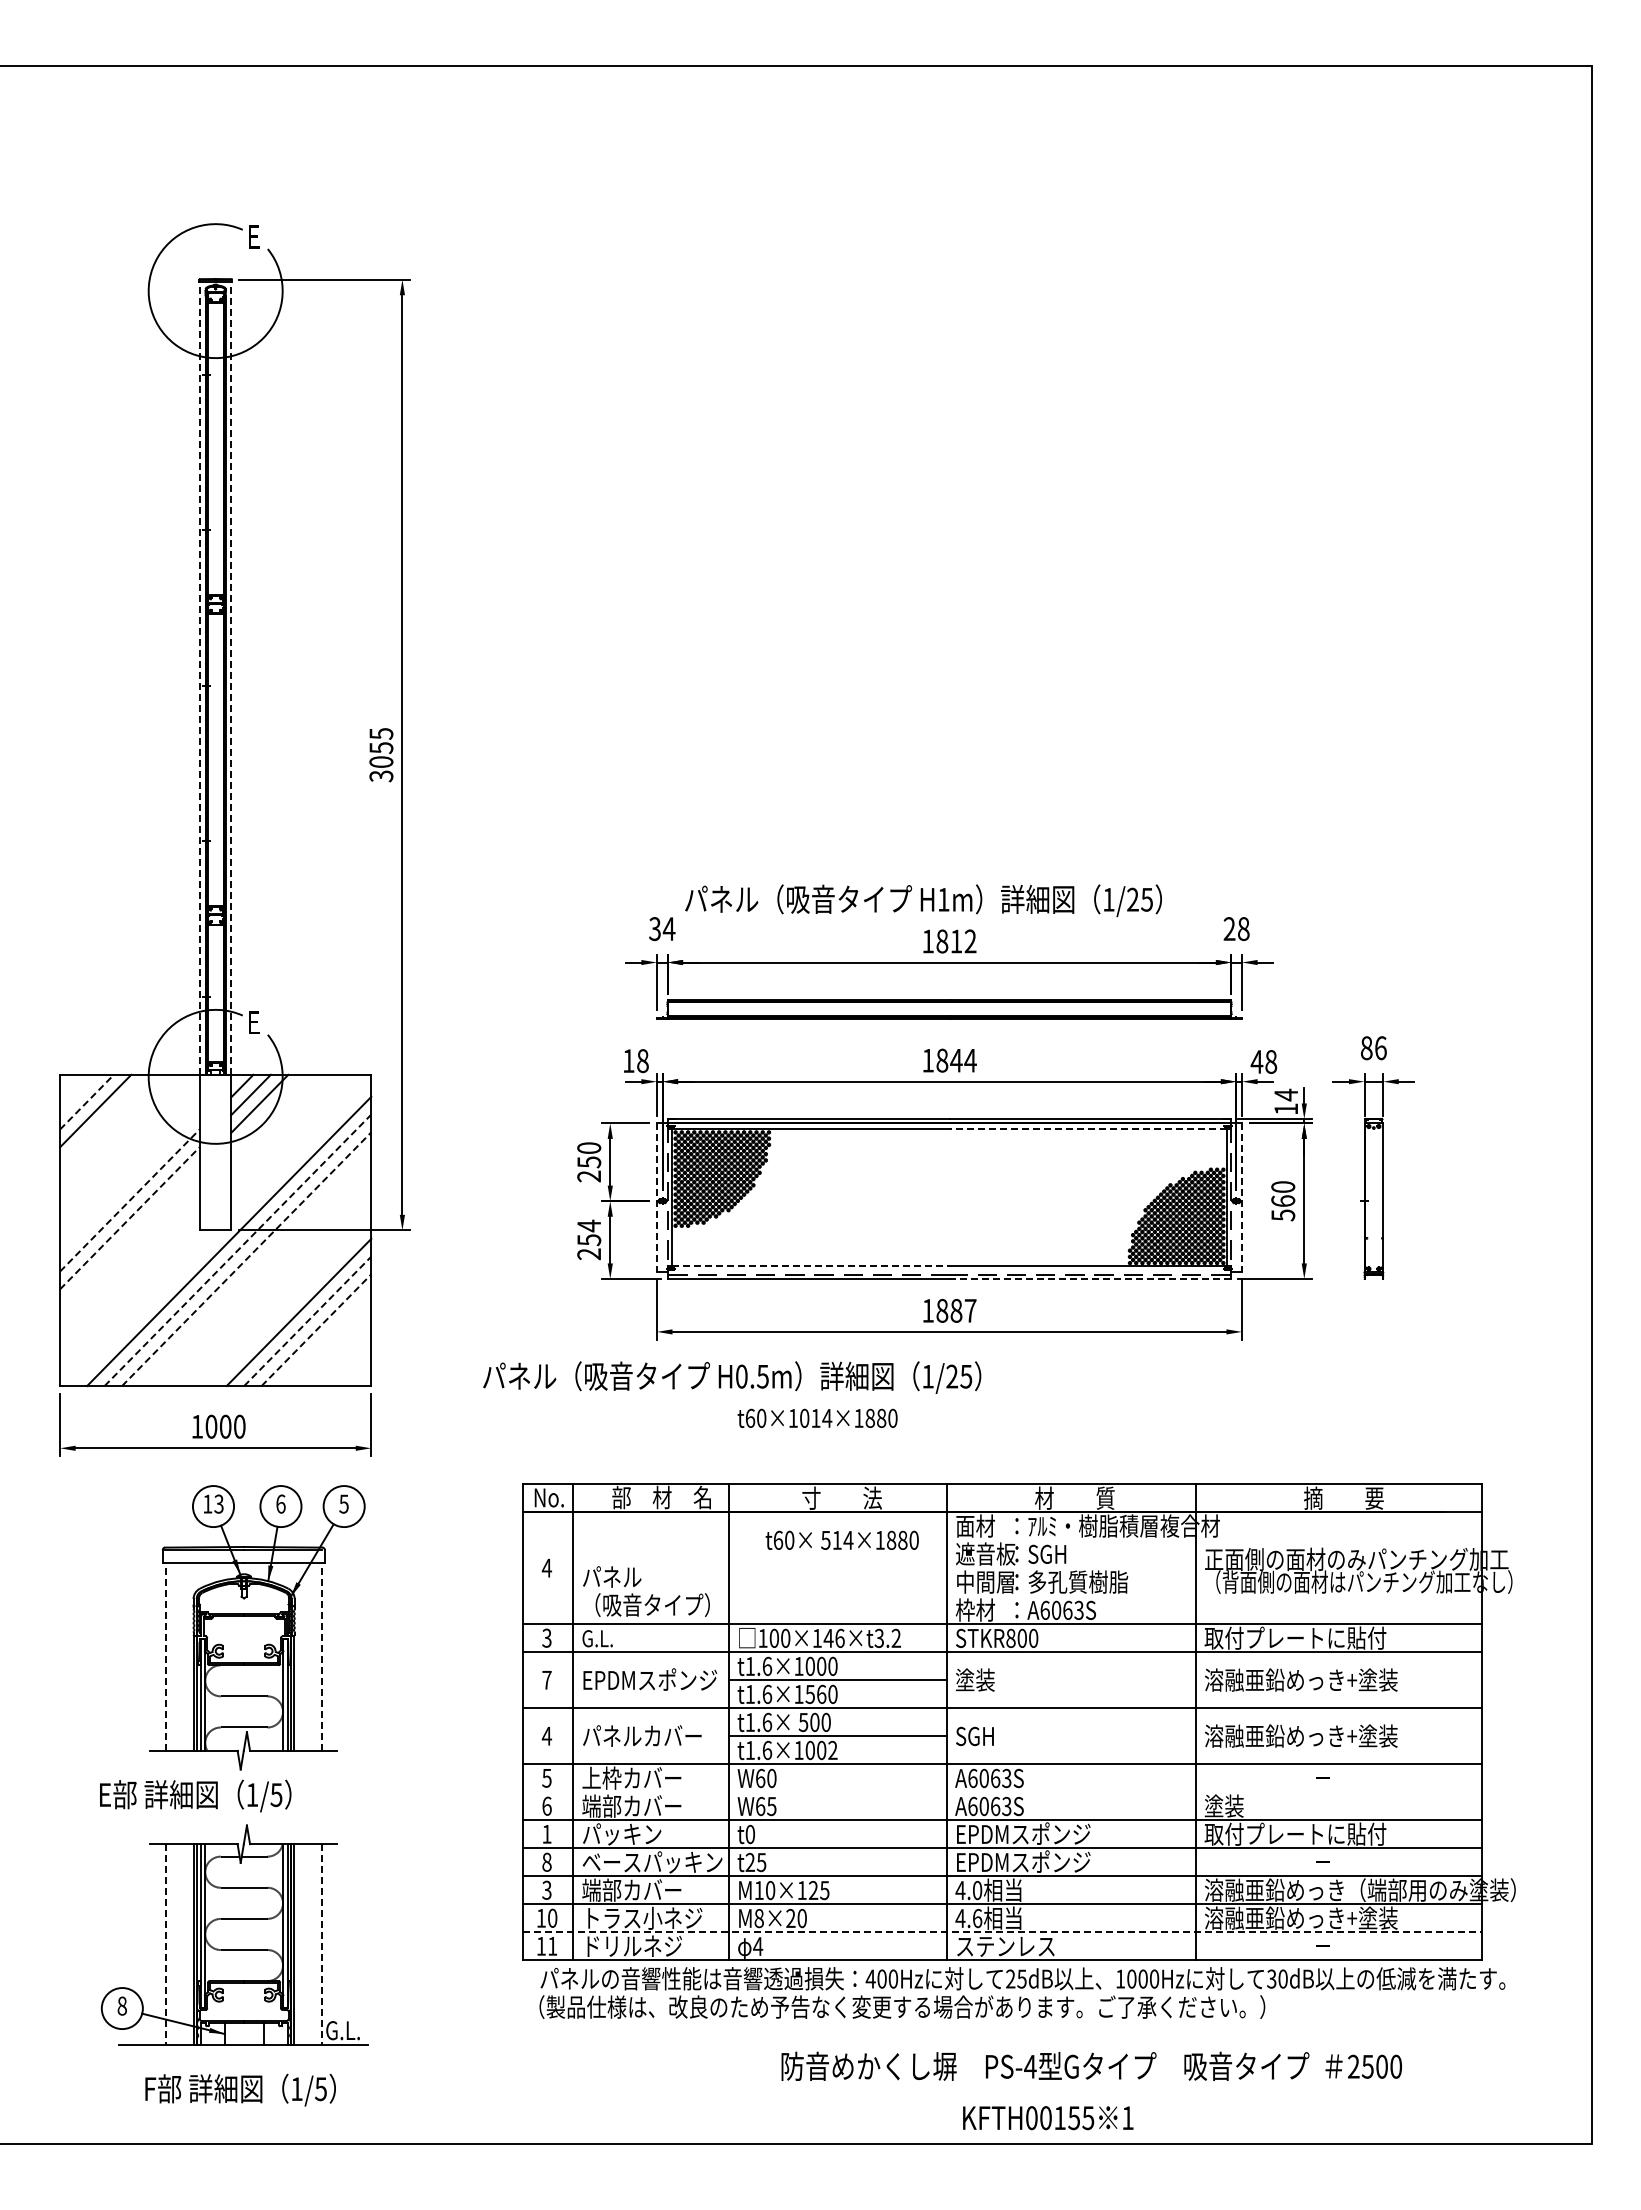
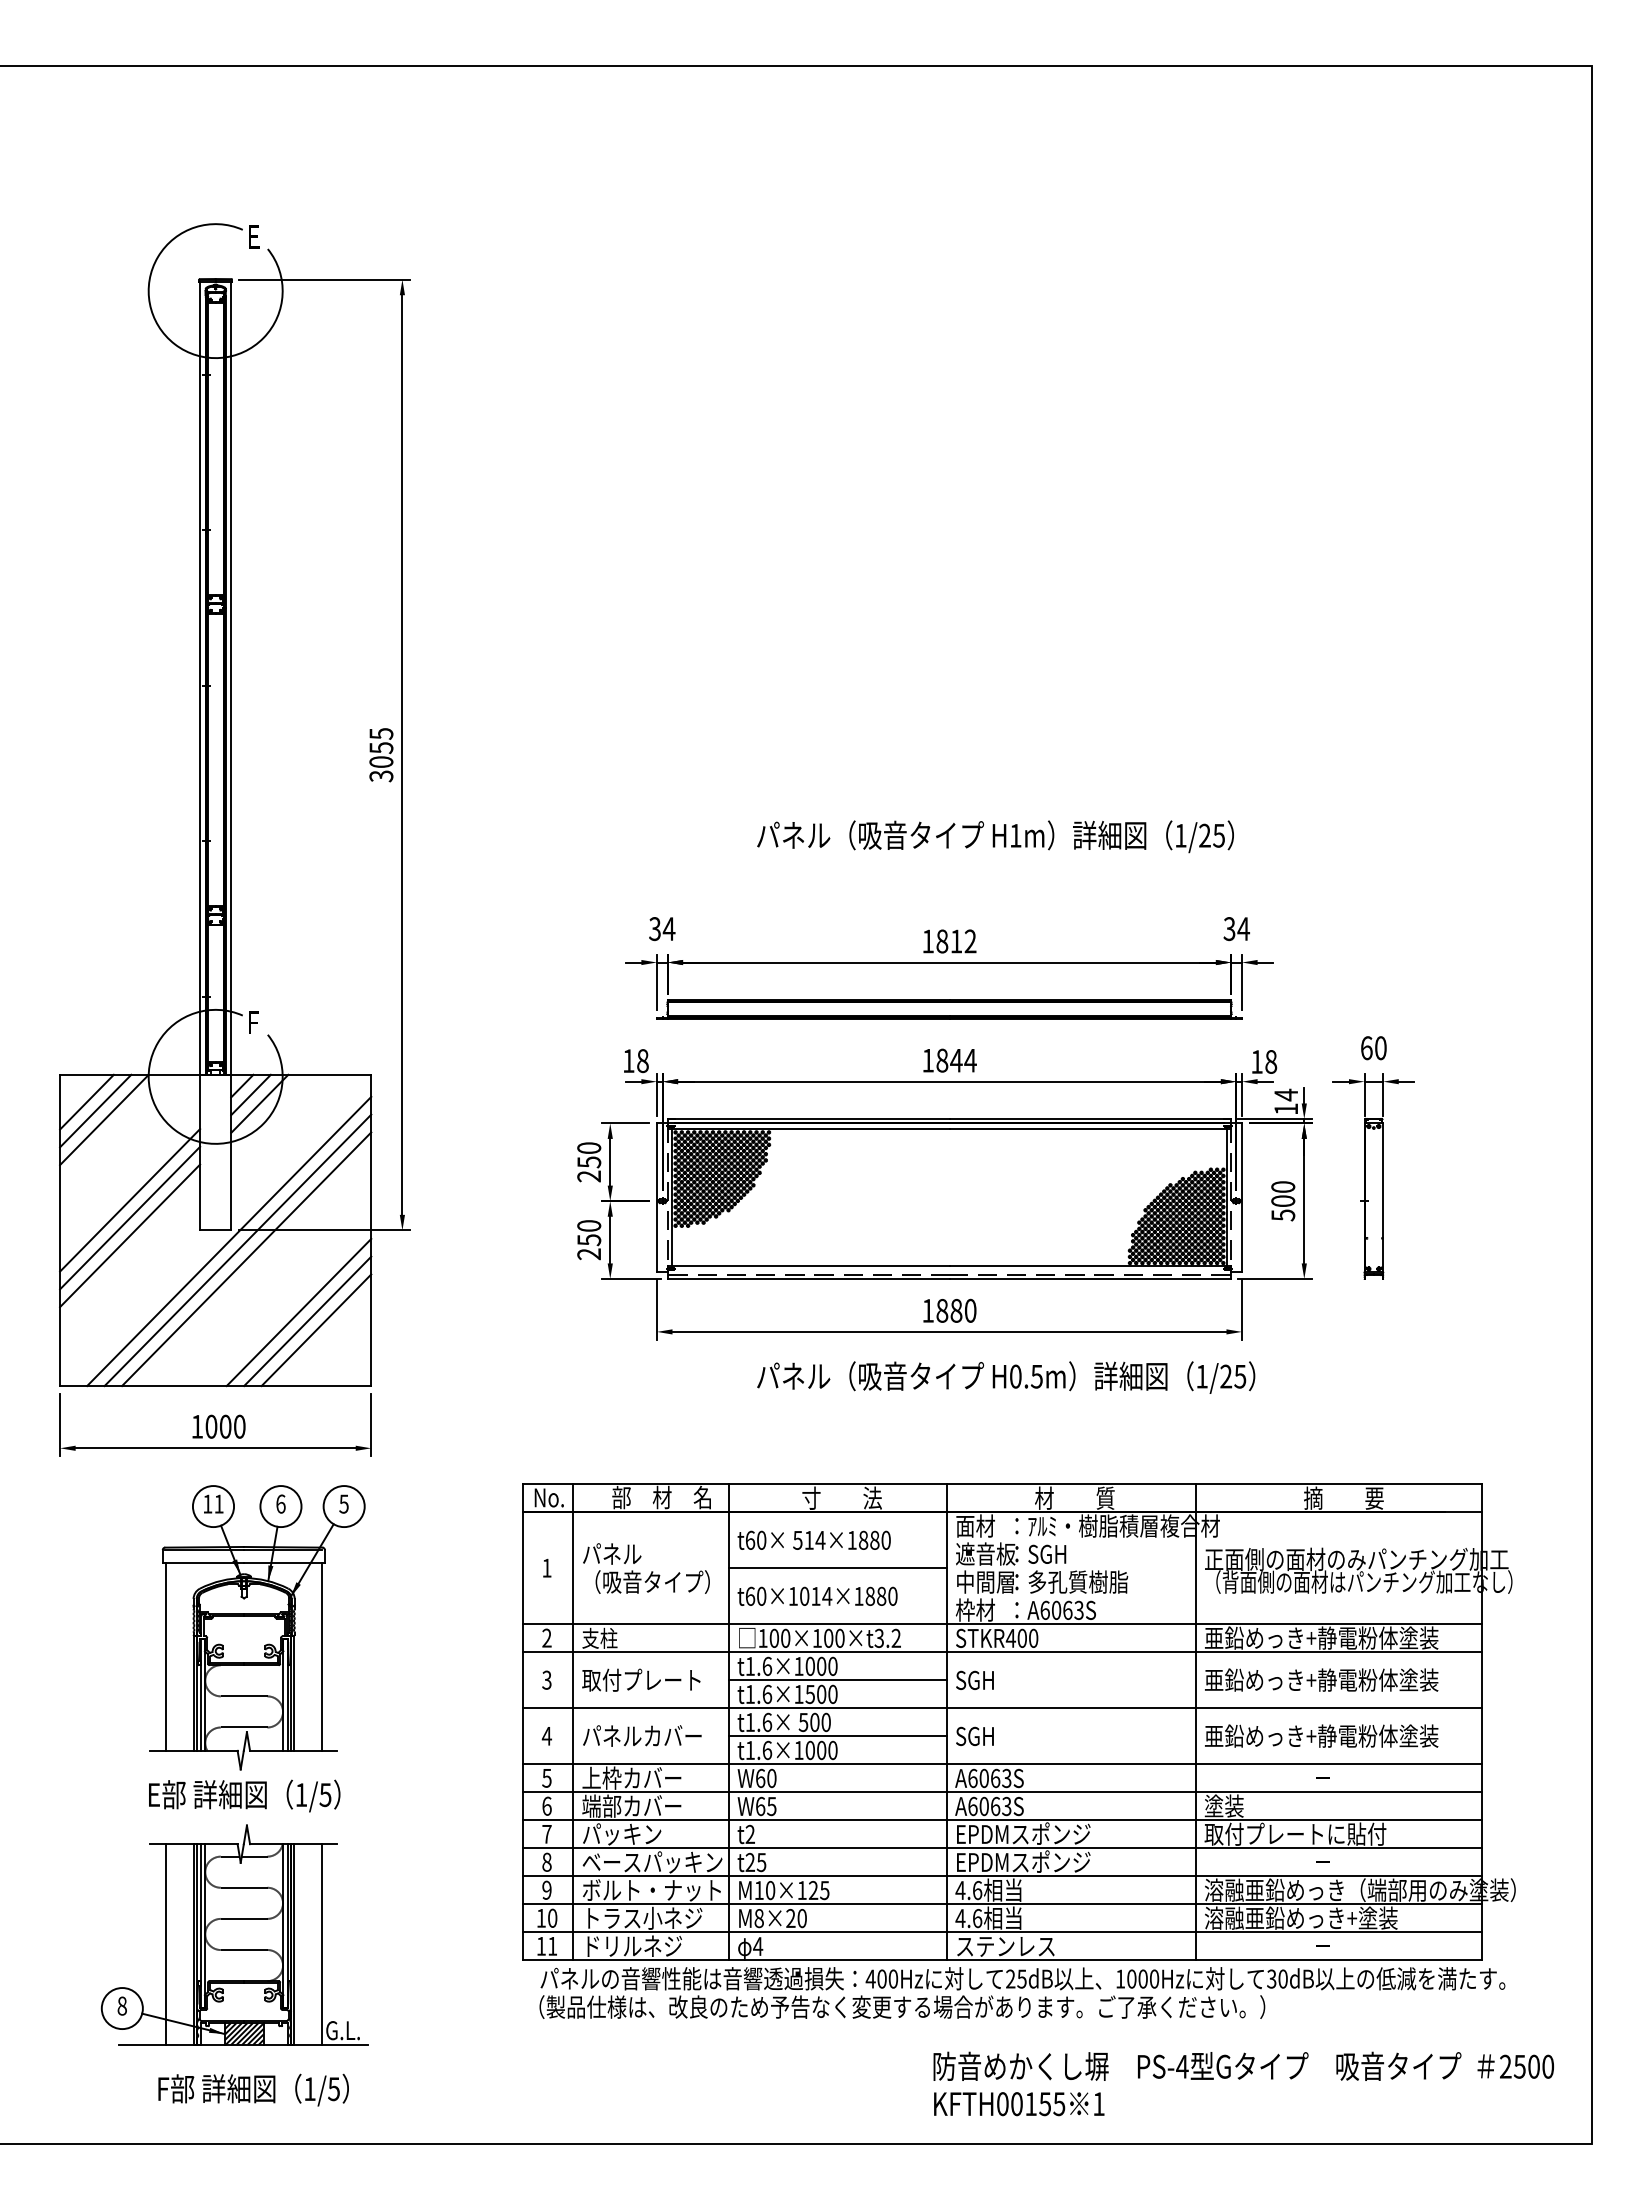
line at (200, 677): dashed -> solid
line at (231, 677): dashed -> solid
text at (923, 900) position: (923, 900) -> (995, 836)
text at (1236, 929): 28 -> 34
text at (255, 1027): E -> F
text at (1373, 1048): 86 -> 60
text at (1256, 1061): 48 -> 18
line at (87, 1101): dashed -> solid
line at (104, 1119): none -> present
line at (1088, 1129): dashed -> solid
line at (656, 1198): dashed -> solid
line at (1242, 1198): dashed -> solid
line at (130, 1200): dashed -> solid
text at (1283, 1200): 560 -> 500
line at (130, 1218): dashed -> solid
text at (589, 1225): 254 -> 250
line at (130, 1235): none -> present
line at (238, 1249): dashed -> solid
line at (246, 1259): dashed -> solid
line at (810, 1266): dashed -> solid
line at (1090, 1279): dashed -> solid
text at (970, 1310): 1887 -> 1880
line at (307, 1321): dashed -> solid
line at (316, 1329): dashed -> solid
text at (732, 1377) position: (732, 1377) -> (1006, 1377)
text at (817, 1417) position: (817, 1417) -> (817, 1595)
text at (218, 1503): 13 -> 11
text at (841, 1539) position: (841, 1539) -> (813, 1539)
text at (546, 1567): 4 -> 1
line at (837, 1568): none -> present
text at (646, 1591) position: (646, 1591) -> (646, 1568)
text at (599, 1637): G.L. -> 支柱
text at (833, 1637): 100×146×t3.2 -> 100×100×t3.2
text at (1010, 1637): STKR800 -> STKR400
text at (1321, 1637): 取付プレートに貼付 -> 亜鉛めっき+静電粉体塗装
text at (546, 1638): 3 -> 2
line at (166, 1656): dashed -> solid
line at (321, 1656): dashed -> solid
text at (546, 1679): 7 -> 3
text at (649, 1679): EPDMスポンジ -> 取付プレート
text at (974, 1679): 塗装 -> SGH
text at (1321, 1679): 溶融亜鉛めっき+塗装 -> 亜鉛めっき+静電粉体塗装
text at (821, 1693): t1.6×1560 -> t1.6×1500
text at (1321, 1735): 溶融亜鉛めっき+塗装 -> 亜鉛めっき+静電粉体塗装
text at (832, 1750): t1.6×1002 -> t1.6×1000
line at (1002, 1792): none -> present
text at (195, 1795) position: (195, 1795) -> (244, 1795)
text at (546, 1834): 1 -> 7
text at (749, 1834): t0 -> t2
text at (651, 1889): 端部カバー -> ボルト・ナット
text at (546, 1890): 3 -> 9
text at (977, 1890): 4.0 -> 4.6
line at (1003, 1932): dashed -> solid
line at (166, 1945): dashed -> solid
line at (321, 1945): dashed -> solid
hatch at (243, 2033): none -> present
text at (1091, 2065) position: (1091, 2065) -> (1243, 2065)
text at (240, 2089) position: (240, 2089) -> (253, 2089)
text at (1048, 2118) position: (1048, 2118) -> (1019, 2104)
